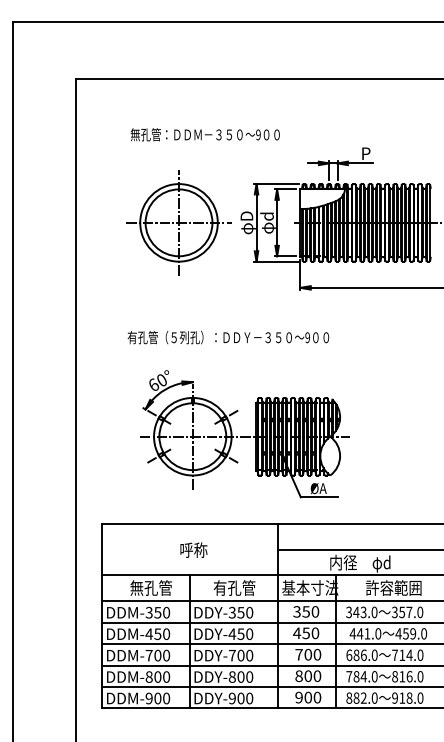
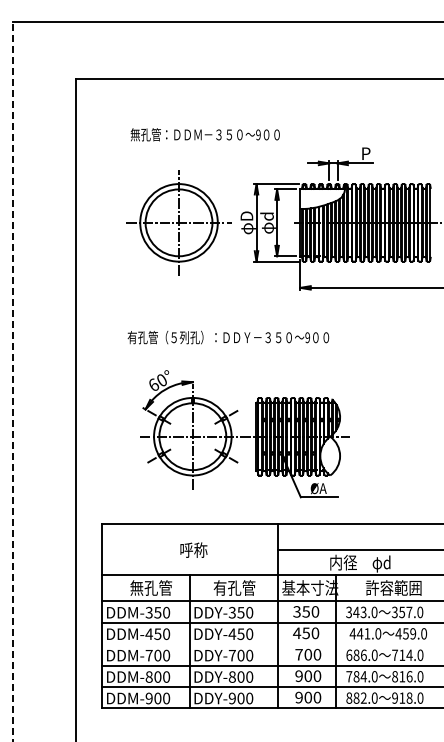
line at (13, 382): solid -> dashed
line at (271, 644): present -> none
text at (298, 675): 800 -> 900
